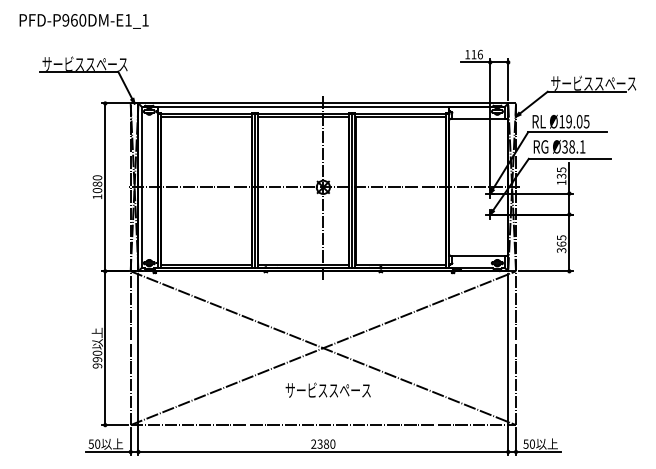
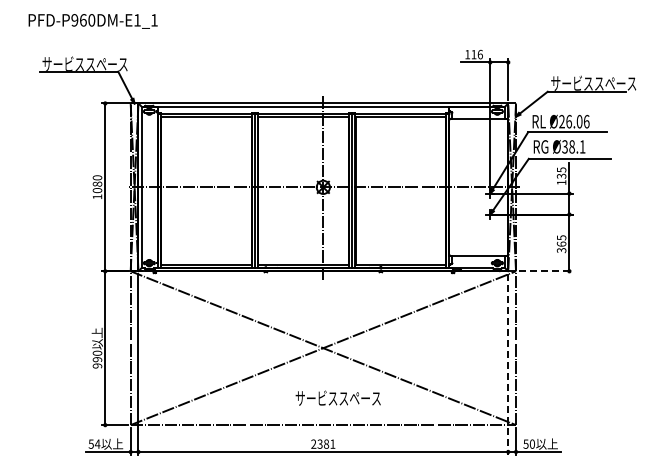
text at (83, 21) position: (83, 21) -> (92, 21)
text at (574, 121): Ø19.05 -> Ø26.06
line at (545, 271): solid -> dashed
line at (508, 365): solid -> dashed
text at (327, 389) position: (327, 389) -> (337, 397)
text at (97, 443): 50 -> 54
text at (332, 443): 2380 -> 2381
